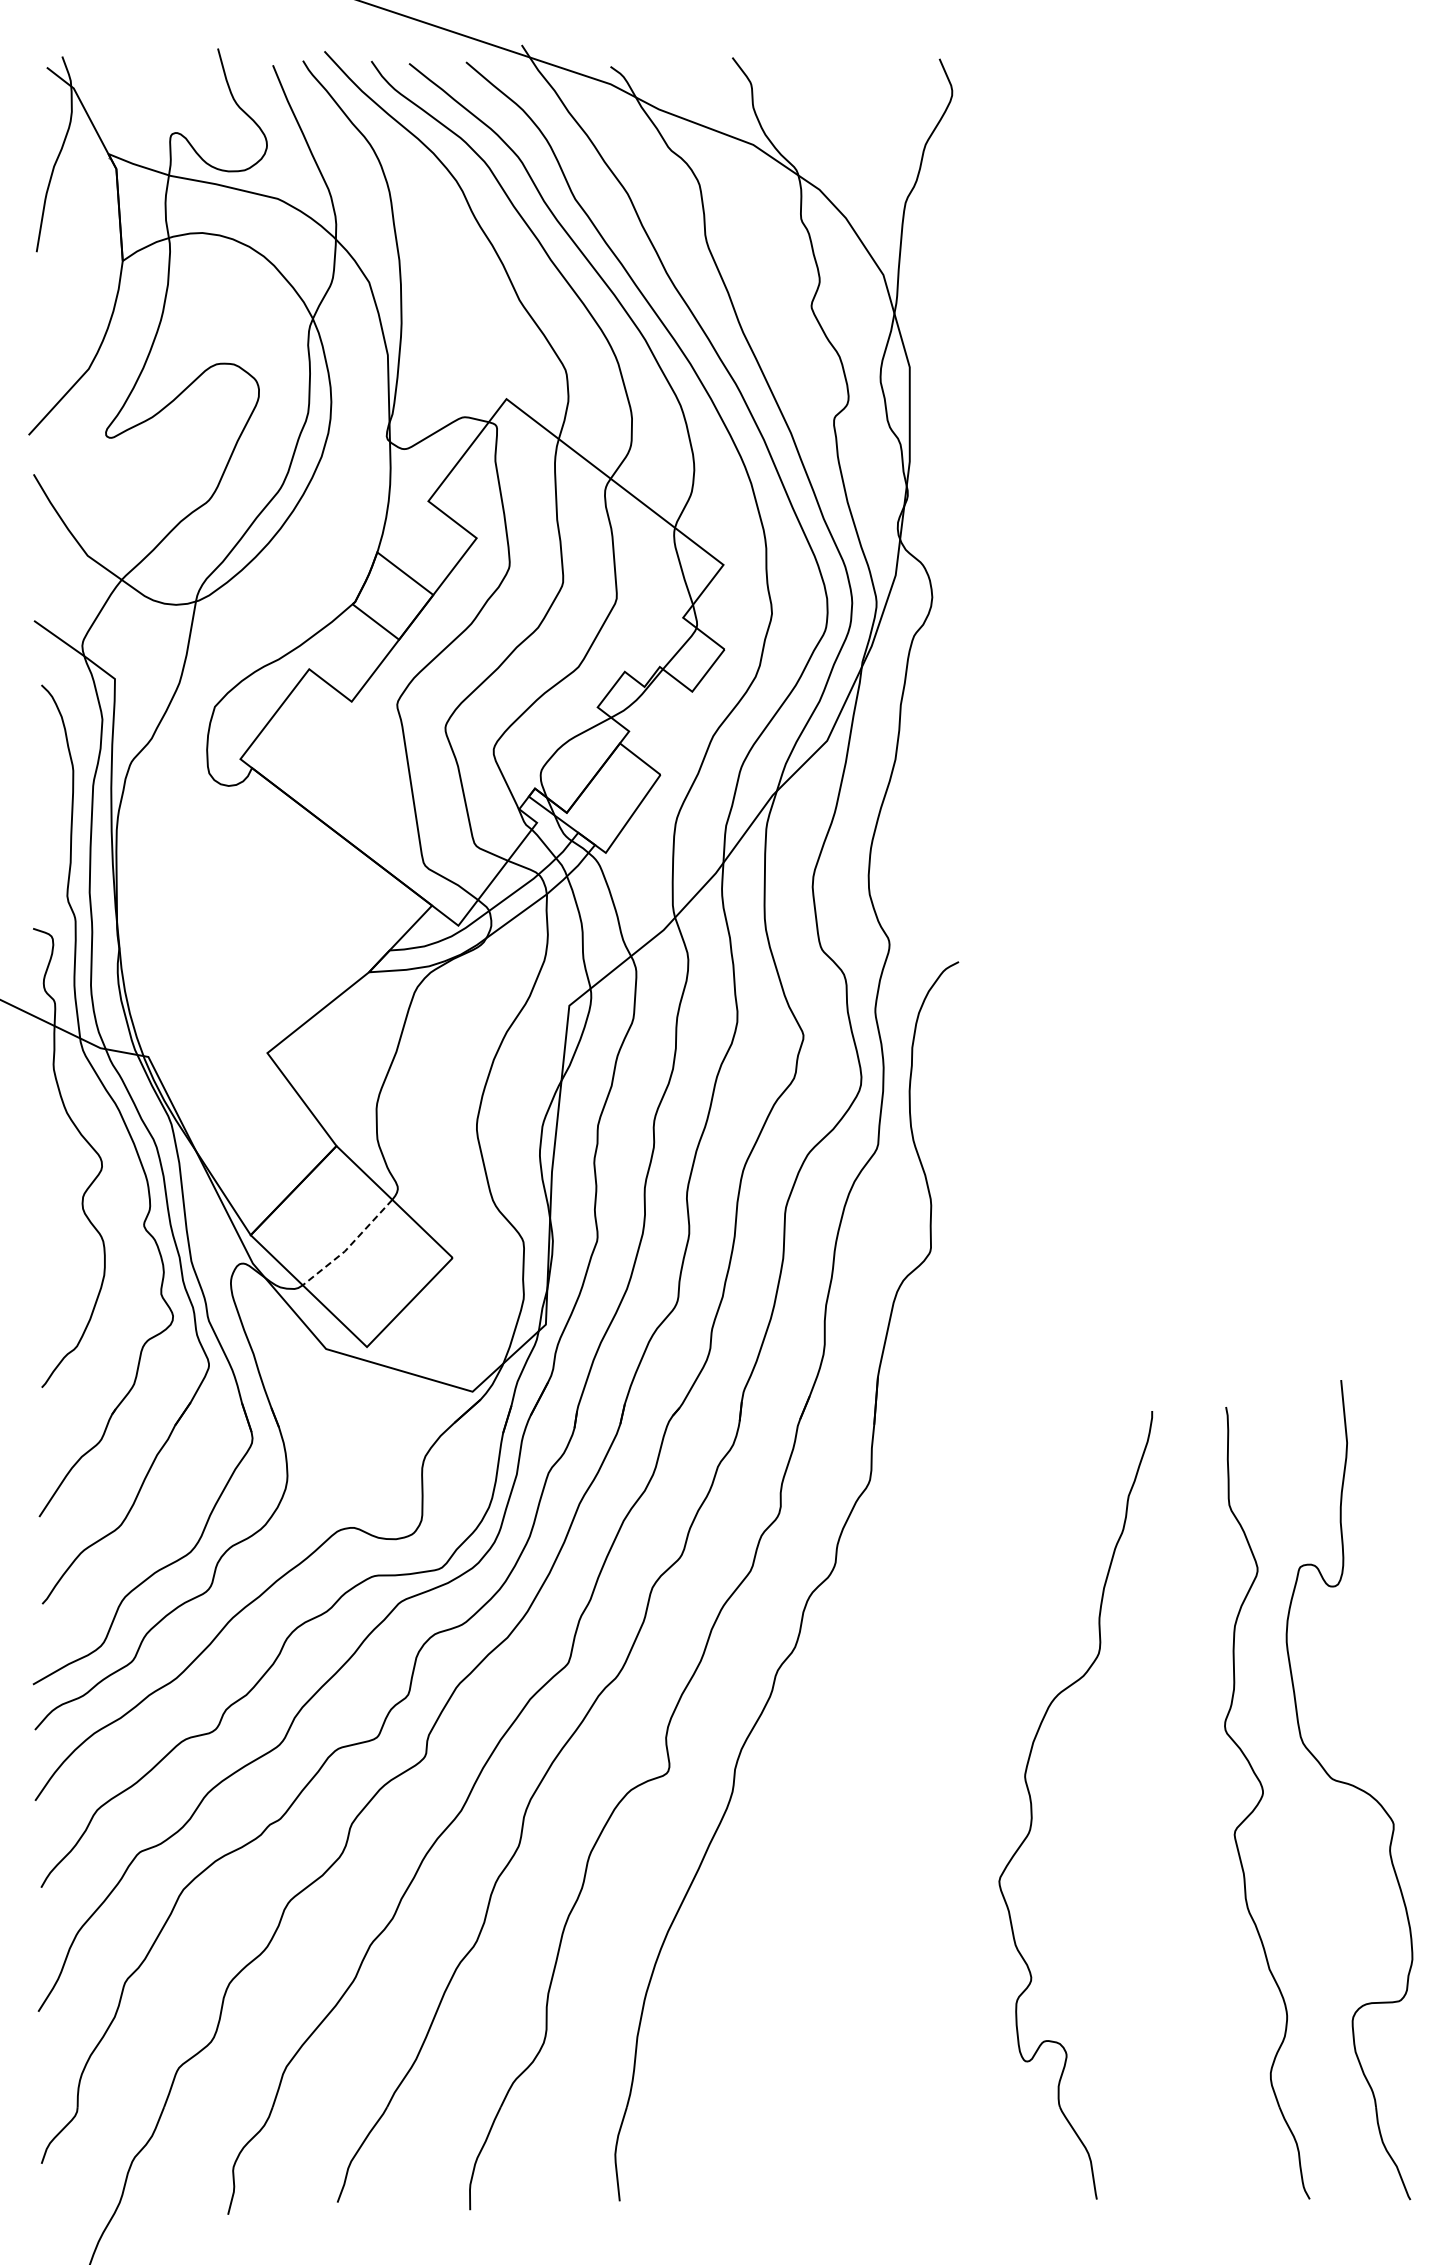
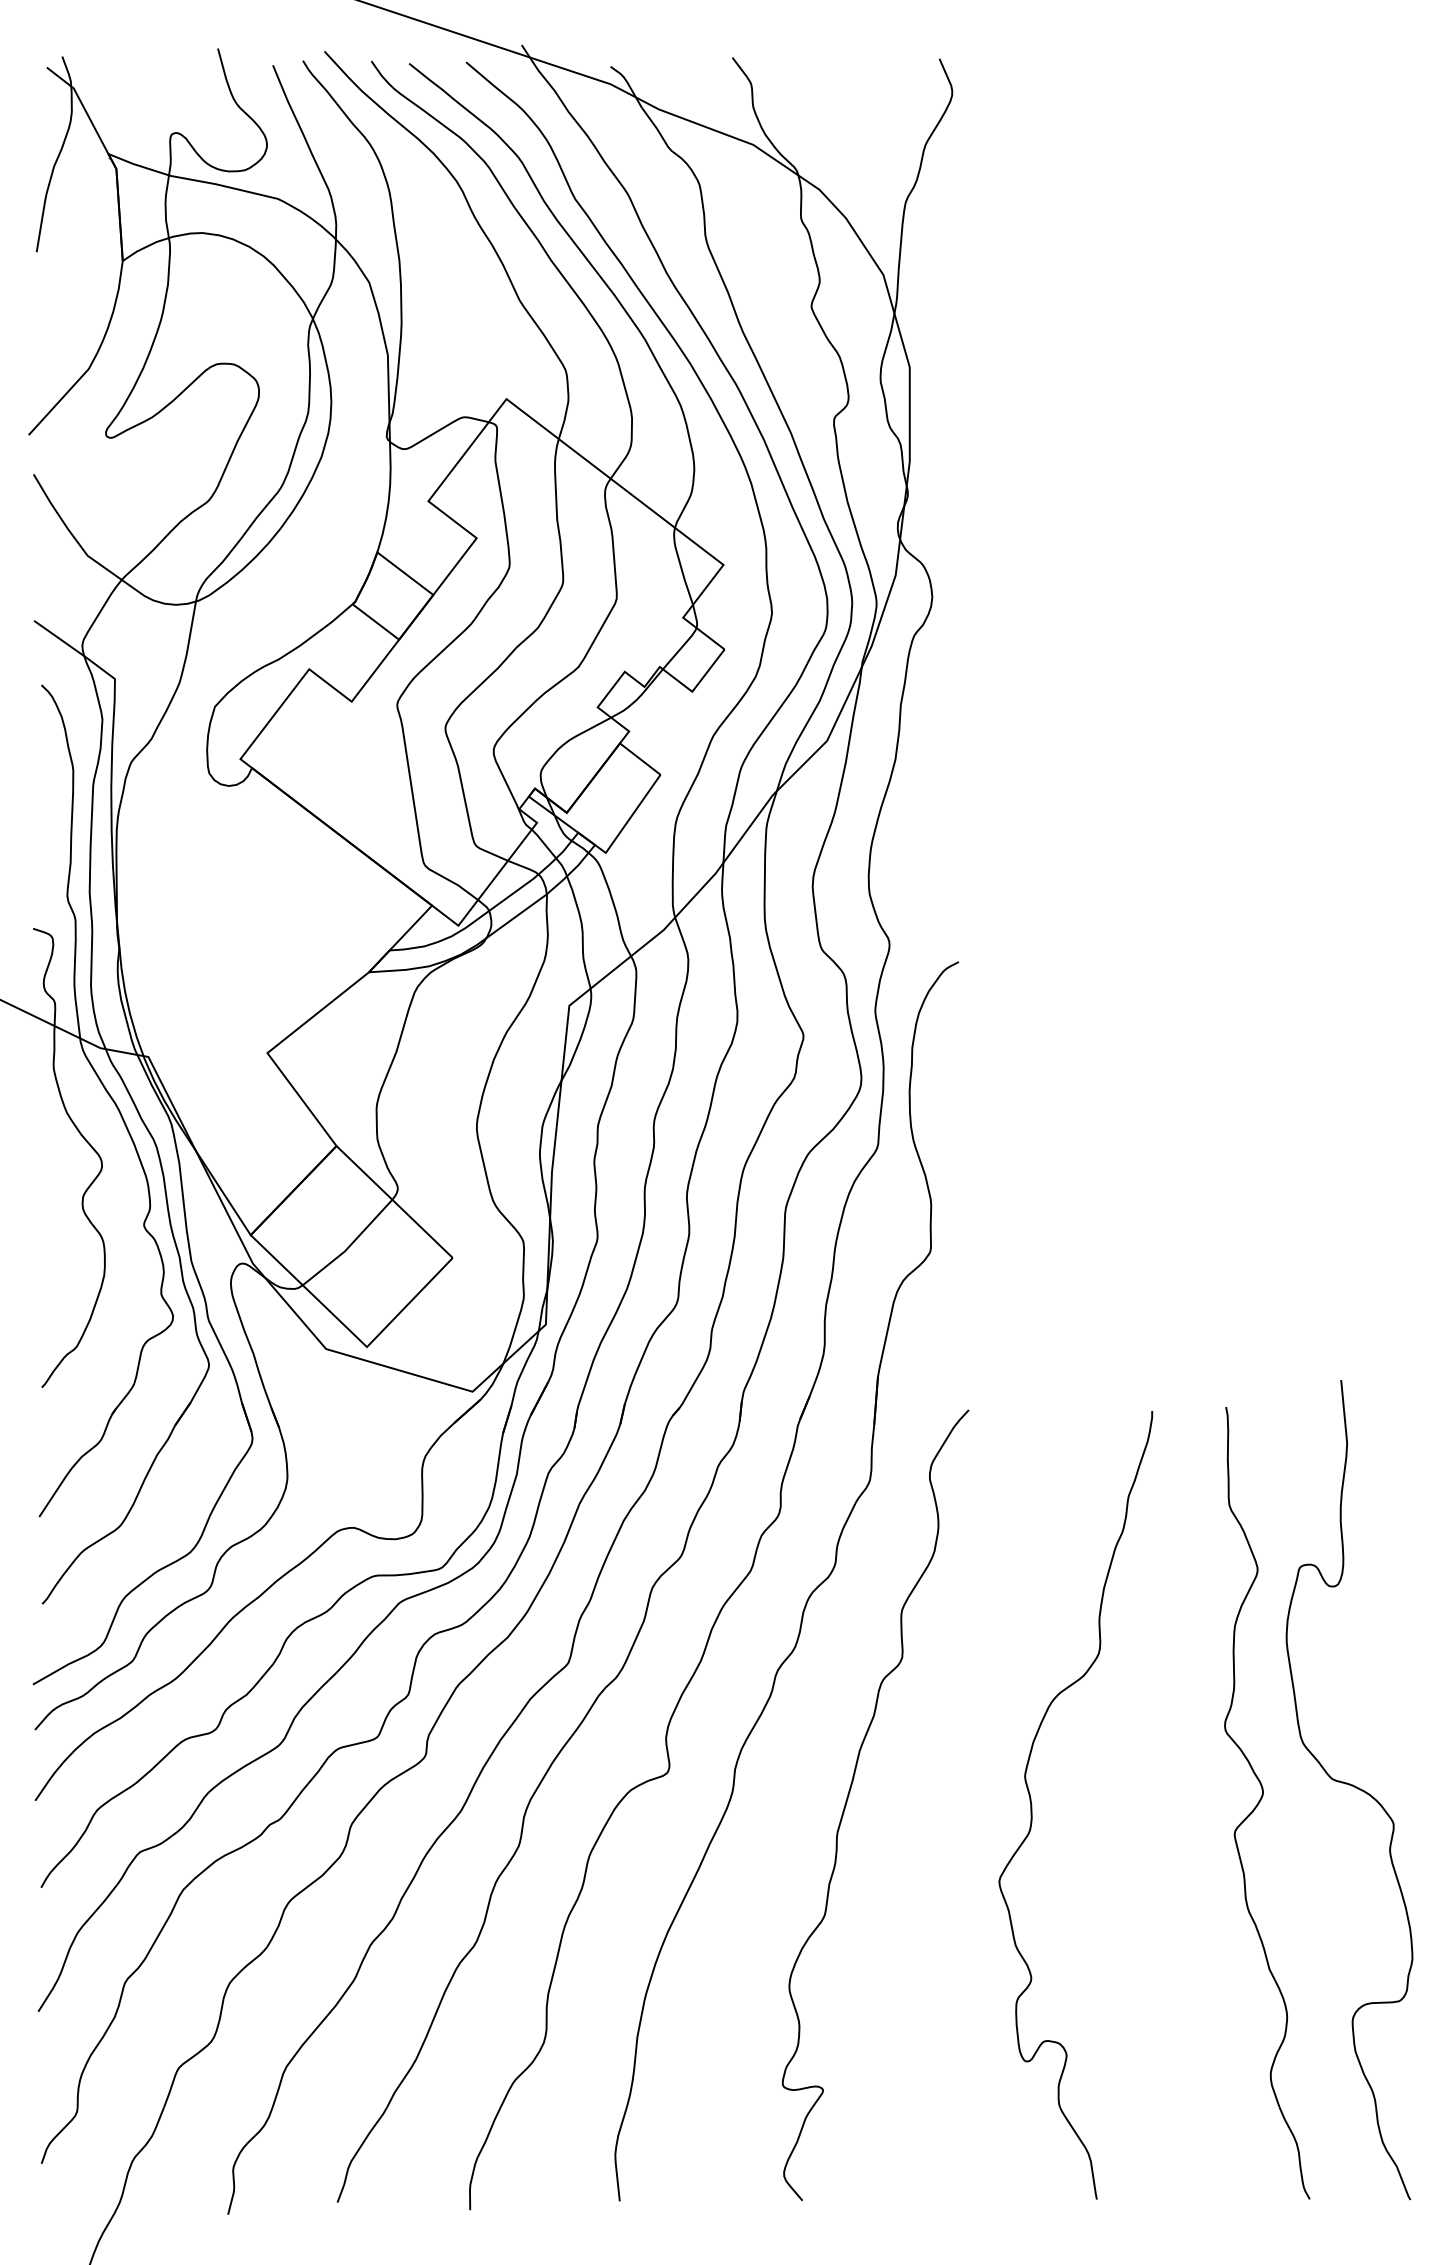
line at (349, 1246): dashed -> solid
part at (848, 1799): none -> present
